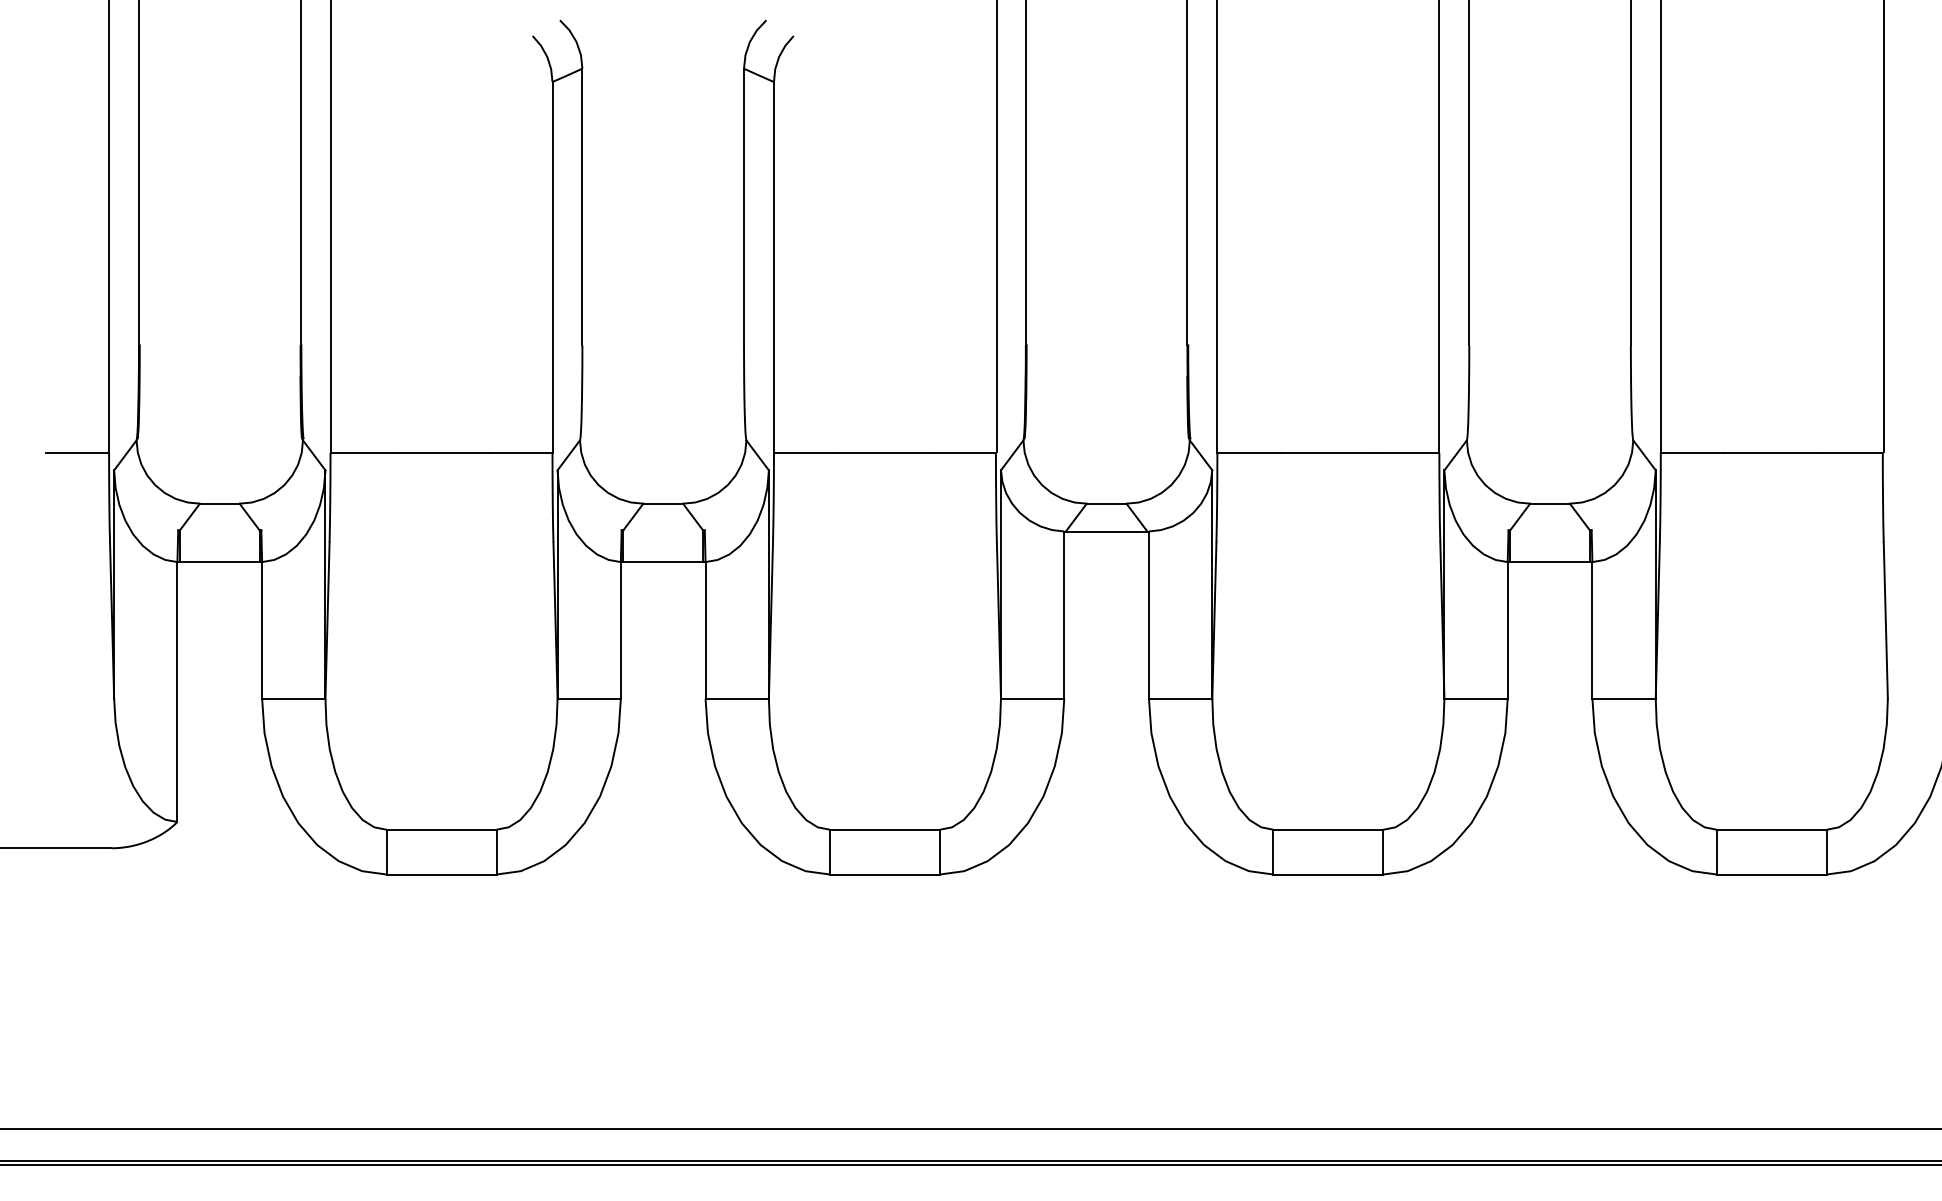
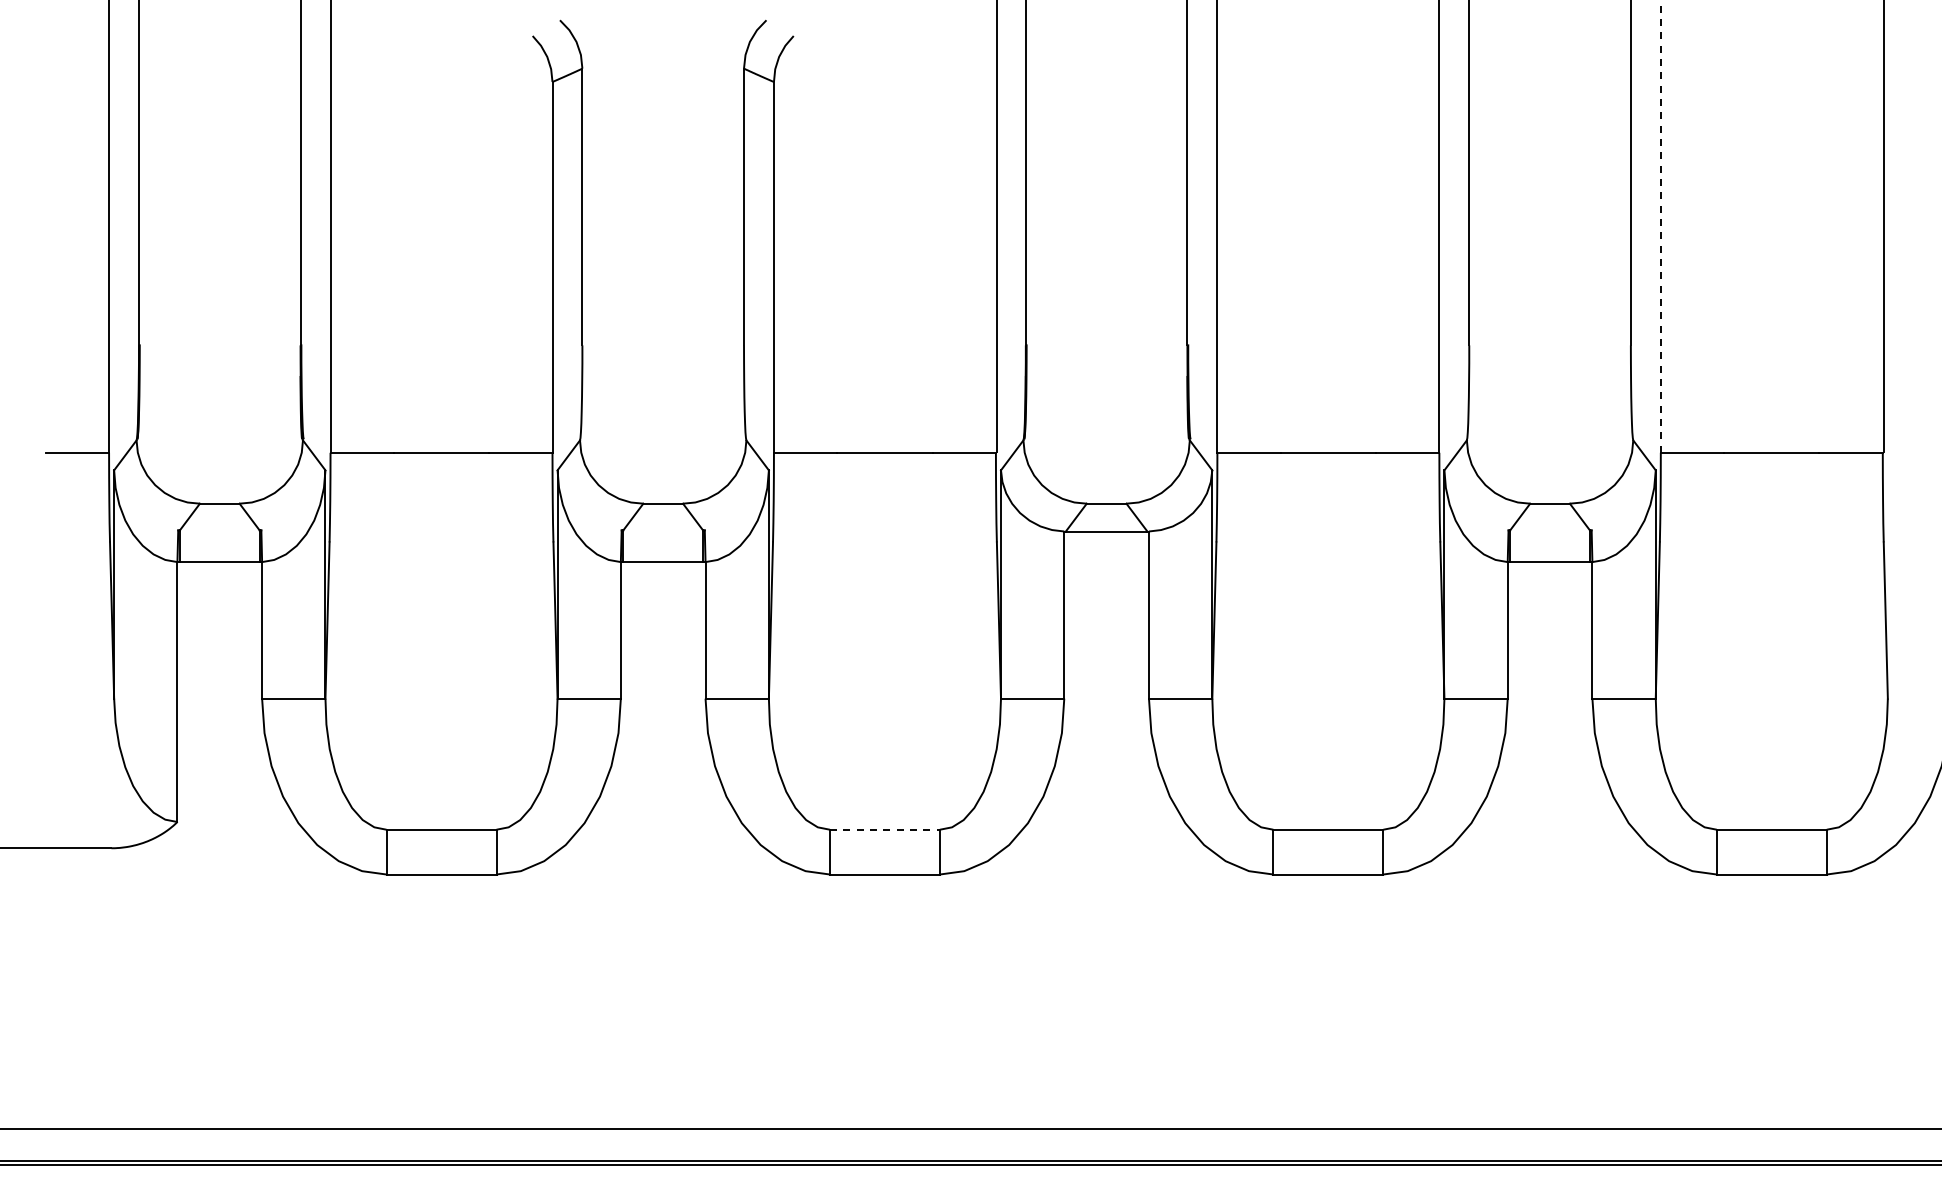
line at (1660, 226): solid -> dashed
line at (884, 829): solid -> dashed
